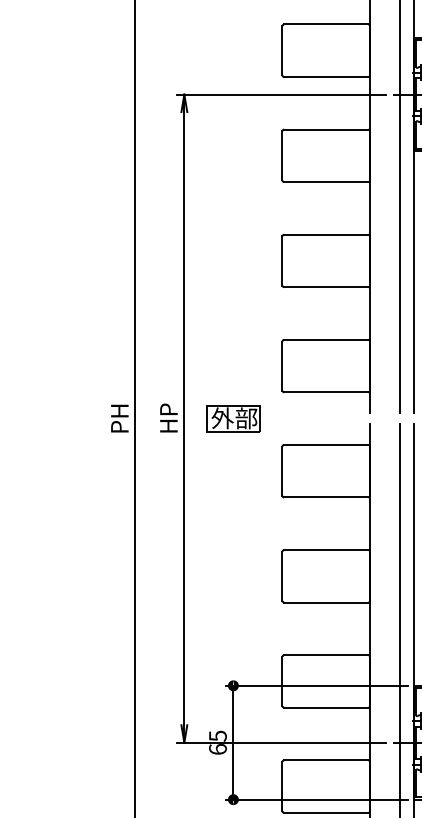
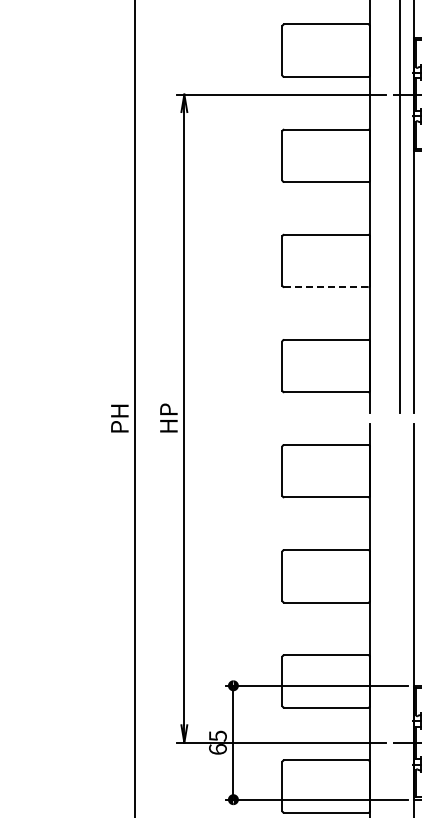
line at (326, 287): solid -> dashed
part at (233, 418): present -> none
line at (399, 618): present -> none
